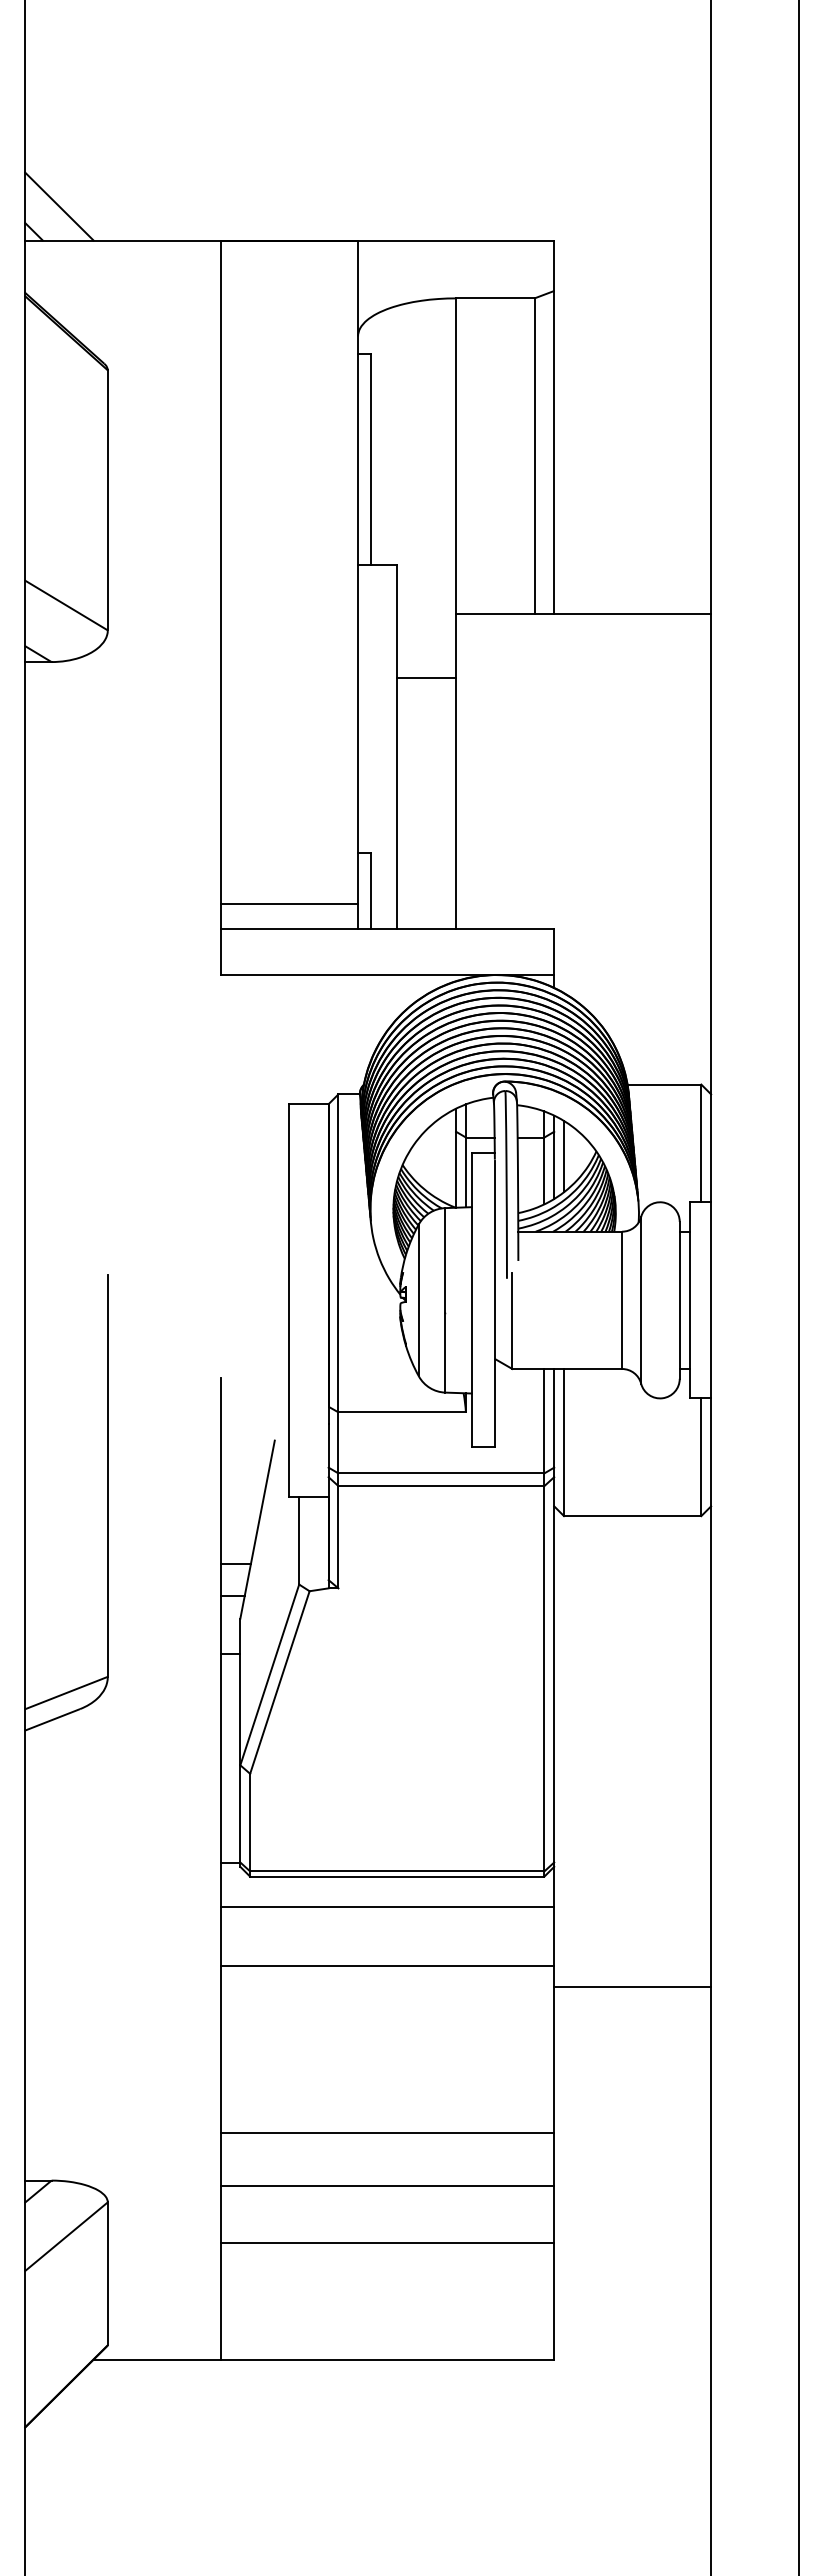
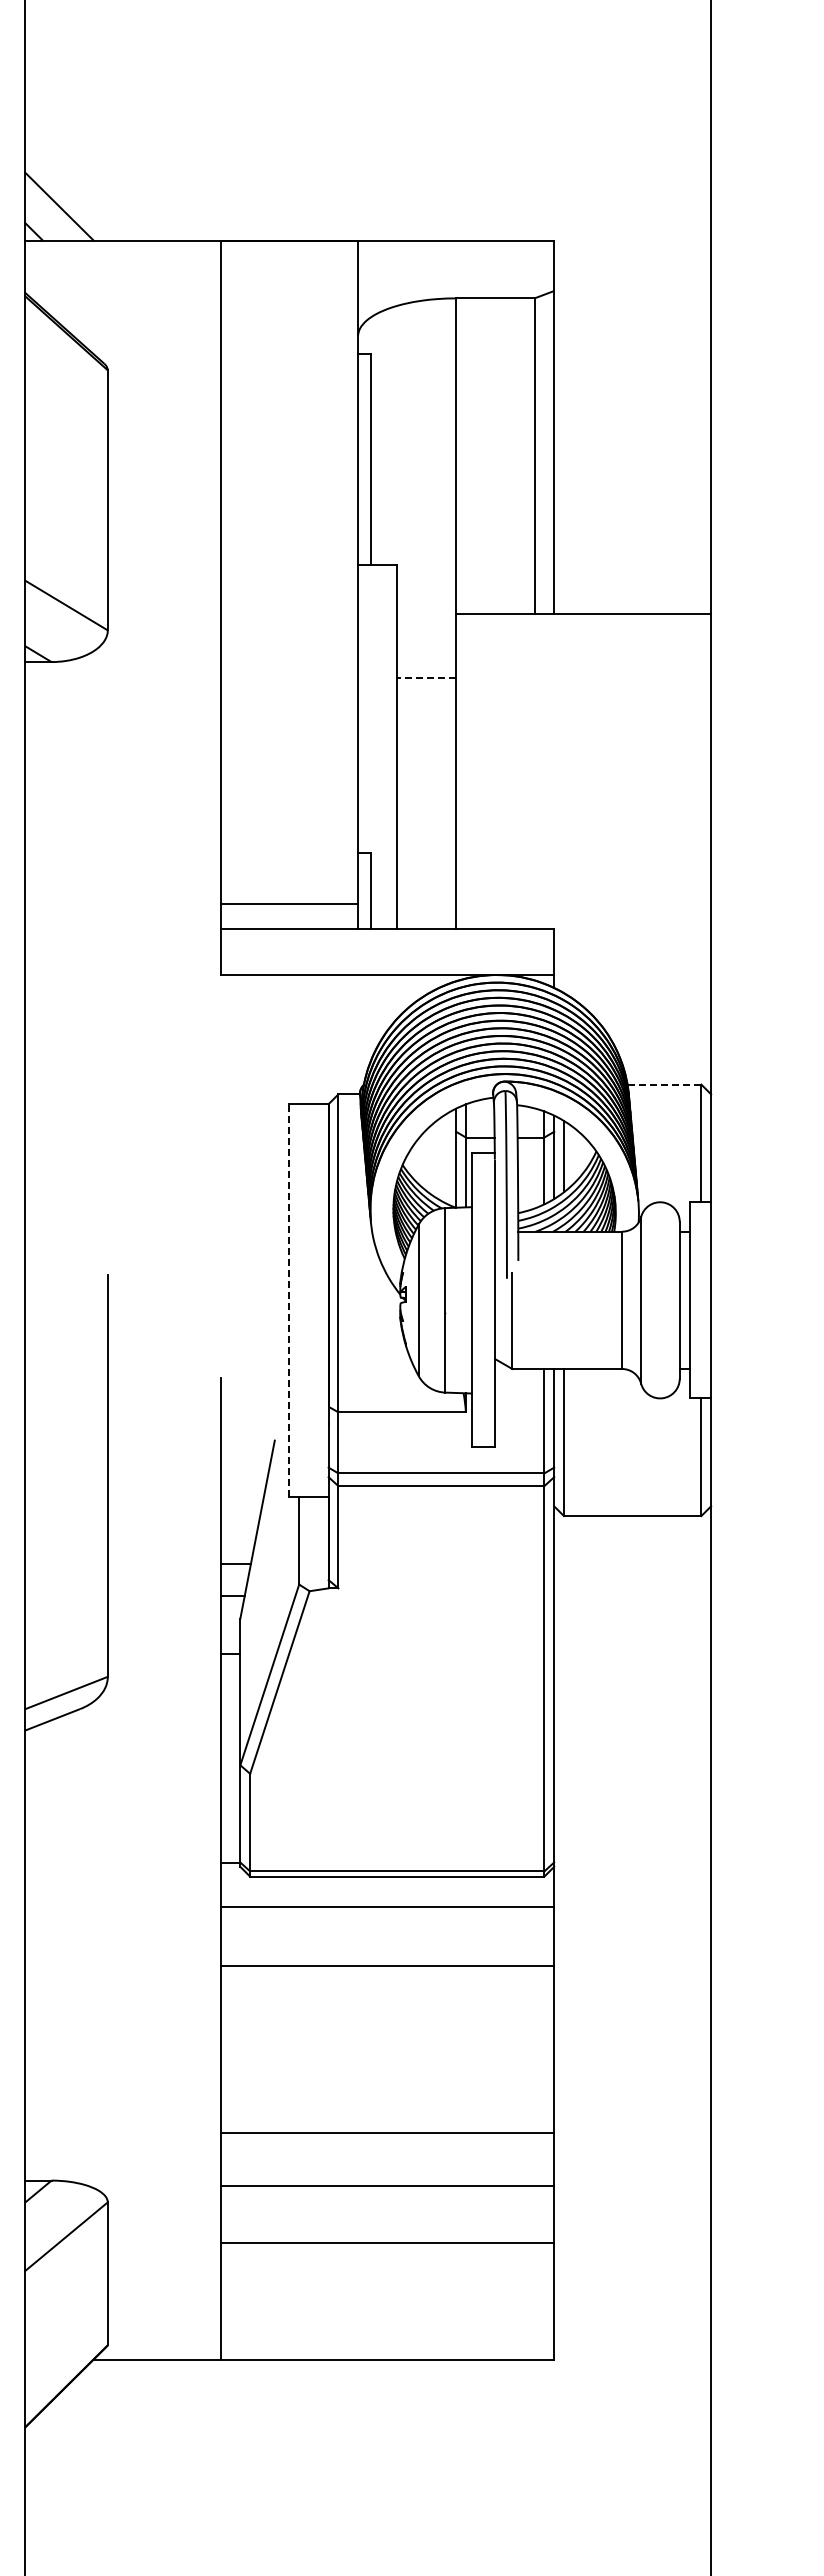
line at (426, 677): solid -> dashed
line at (664, 1084): solid -> dashed
line at (799, 1287): present -> none
line at (289, 1299): solid -> dashed
line at (632, 1986): present -> none
